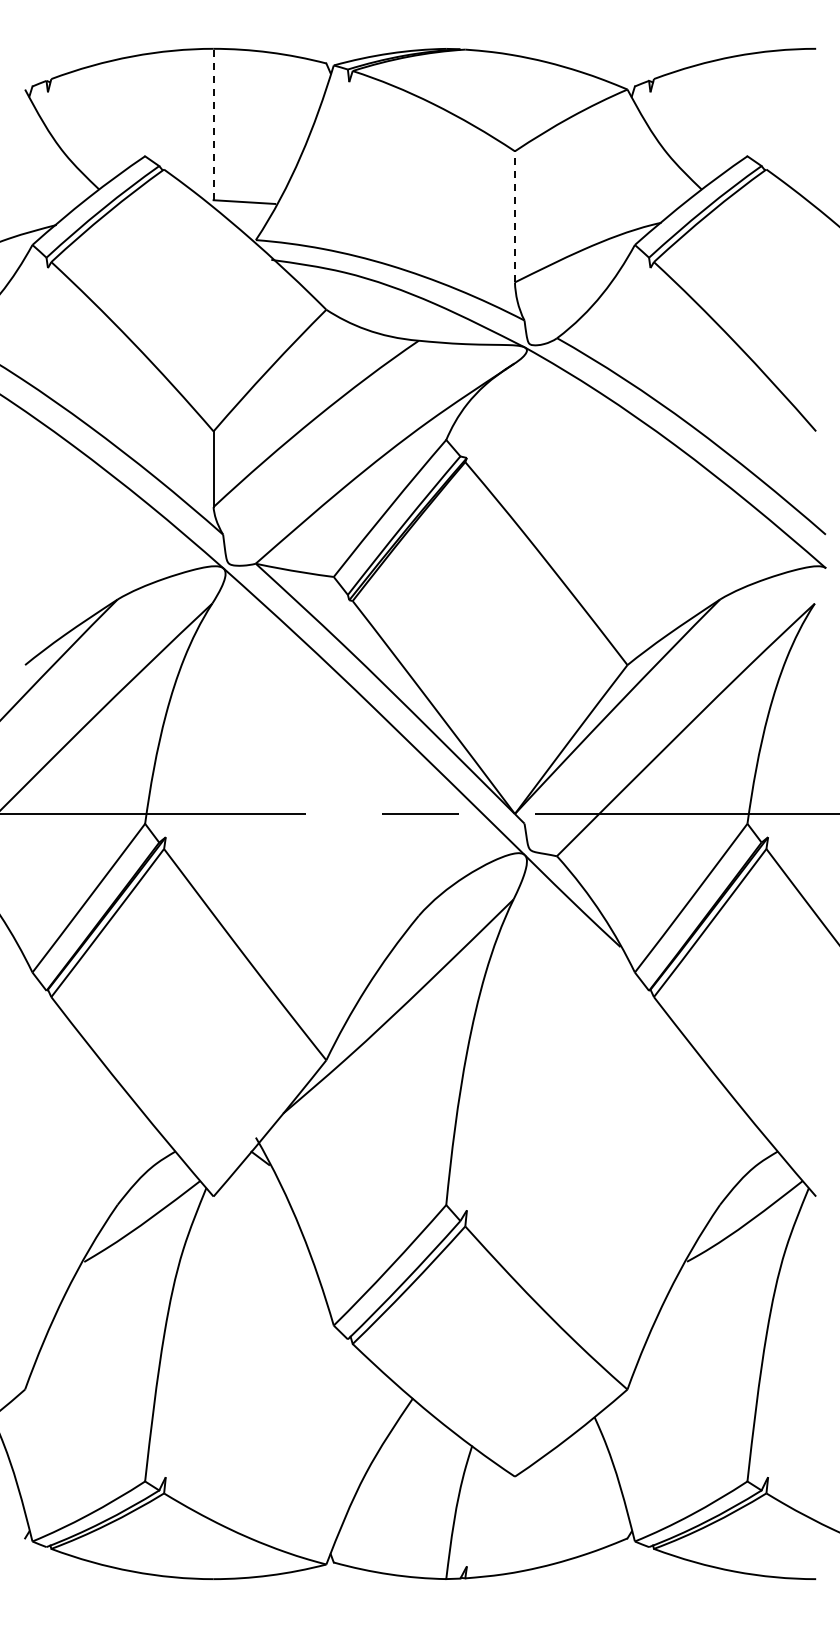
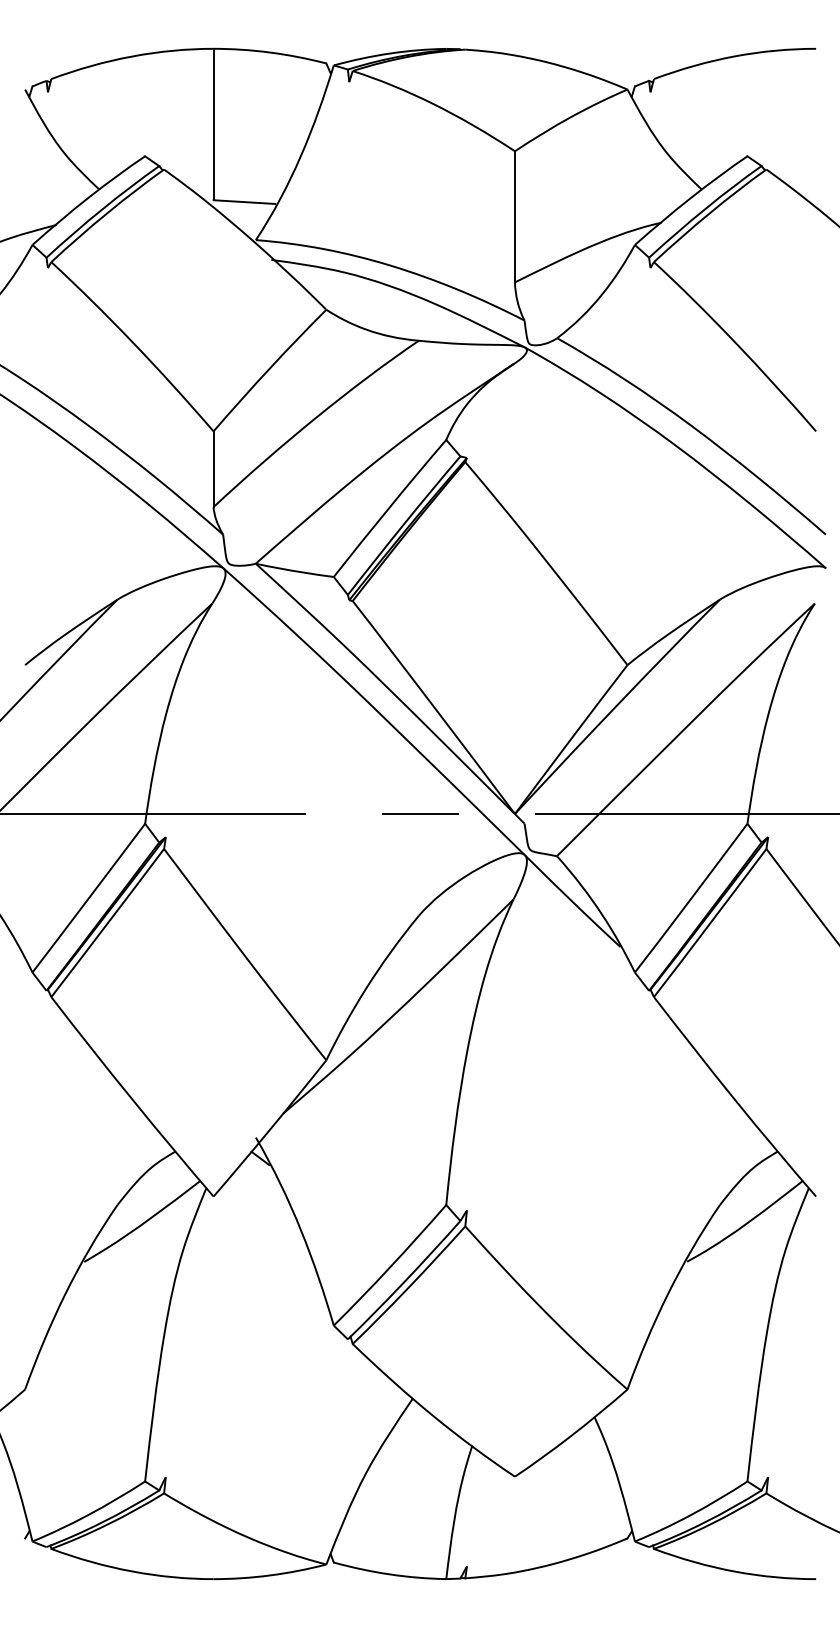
line at (213, 124): dashed -> solid
line at (514, 216): dashed -> solid
